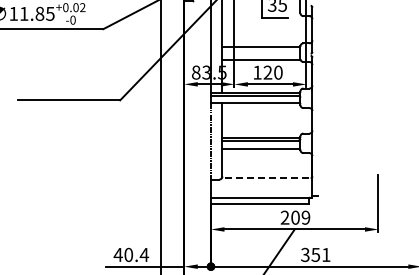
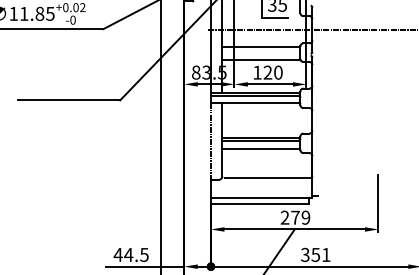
line at (311, 29): none -> present
line at (268, 178): dashed -> solid
text at (295, 217): 209 -> 279
text at (136, 254): 40.4 -> 44.5
